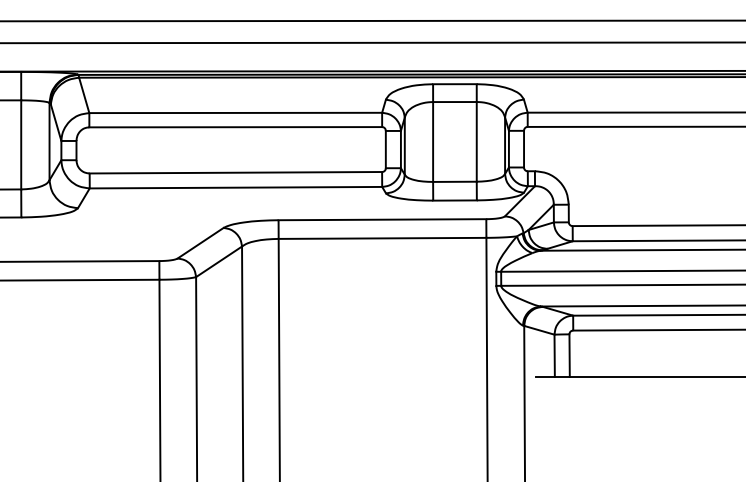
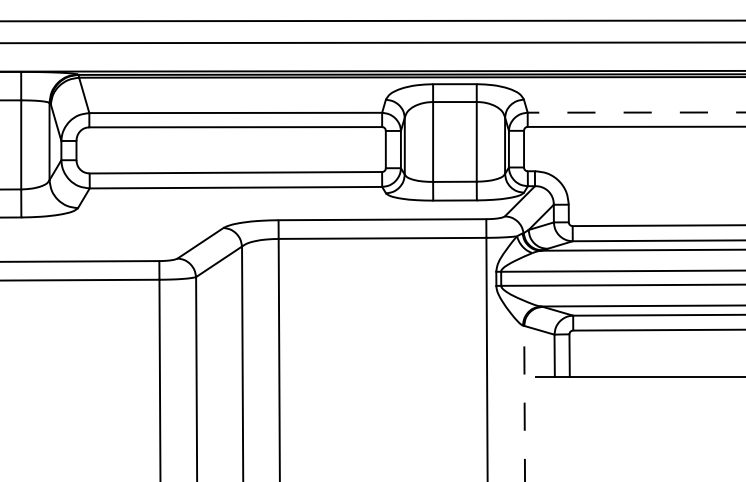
line at (636, 112): solid -> dashed
line at (524, 403): solid -> dashed
